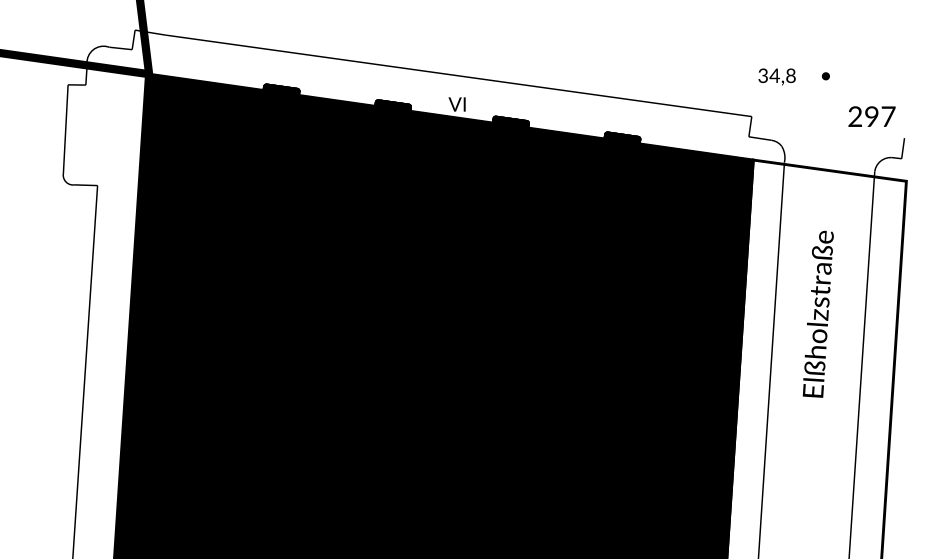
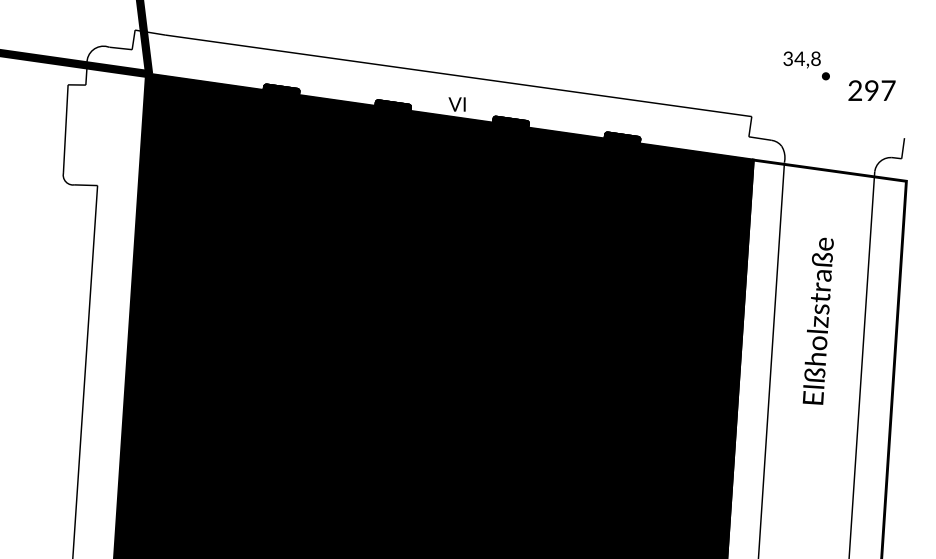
text at (776, 76) position: (776, 76) -> (801, 59)
text at (871, 116) position: (871, 116) -> (871, 90)
text at (817, 313) position: (817, 313) -> (817, 320)
